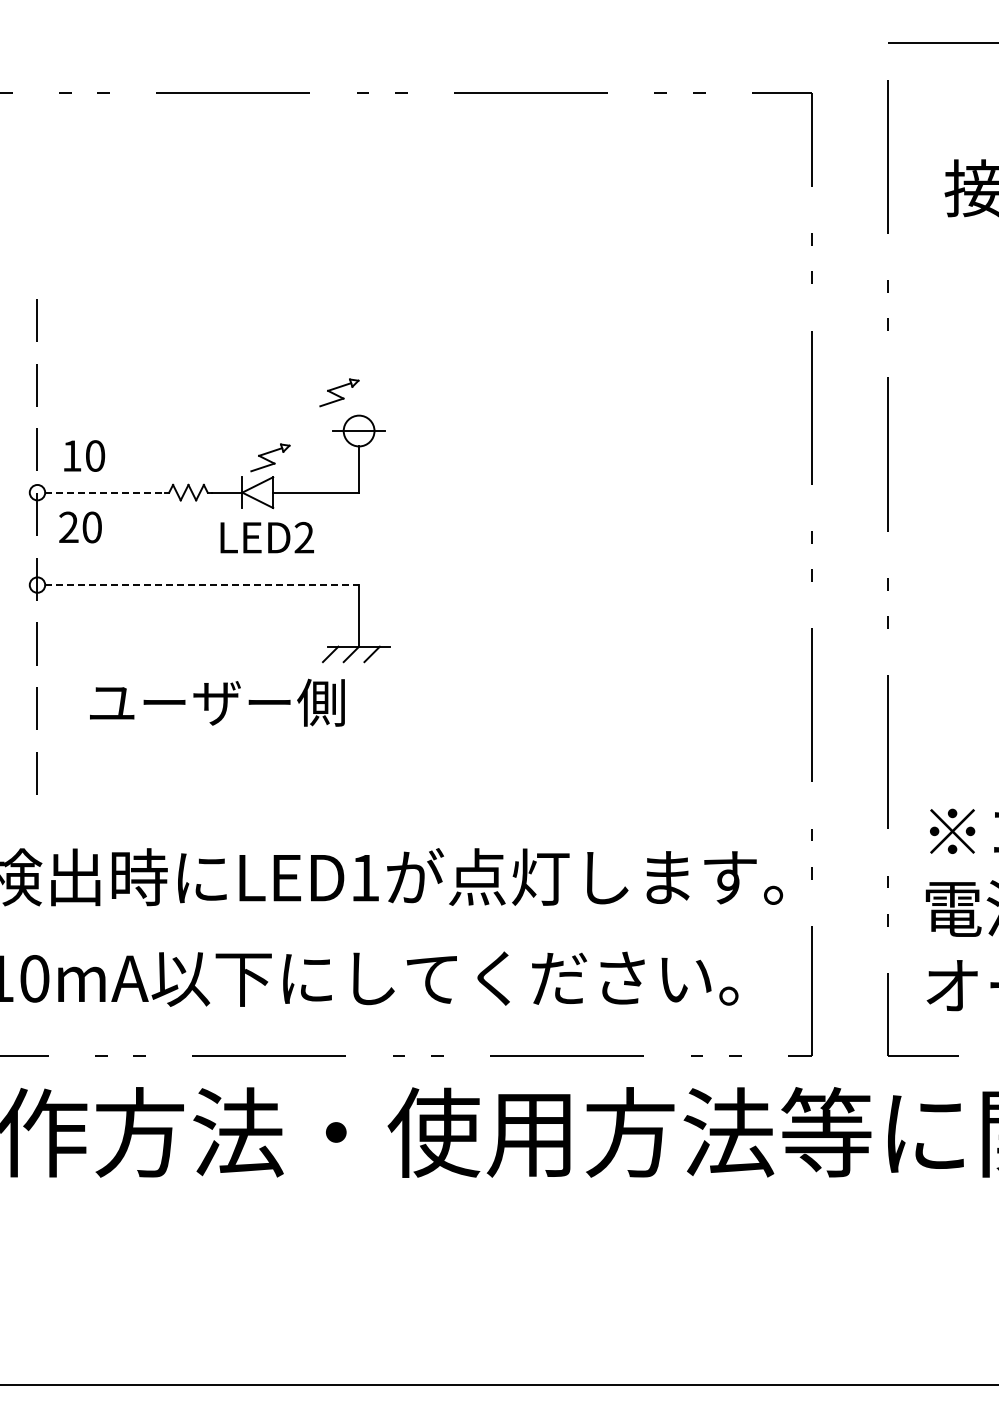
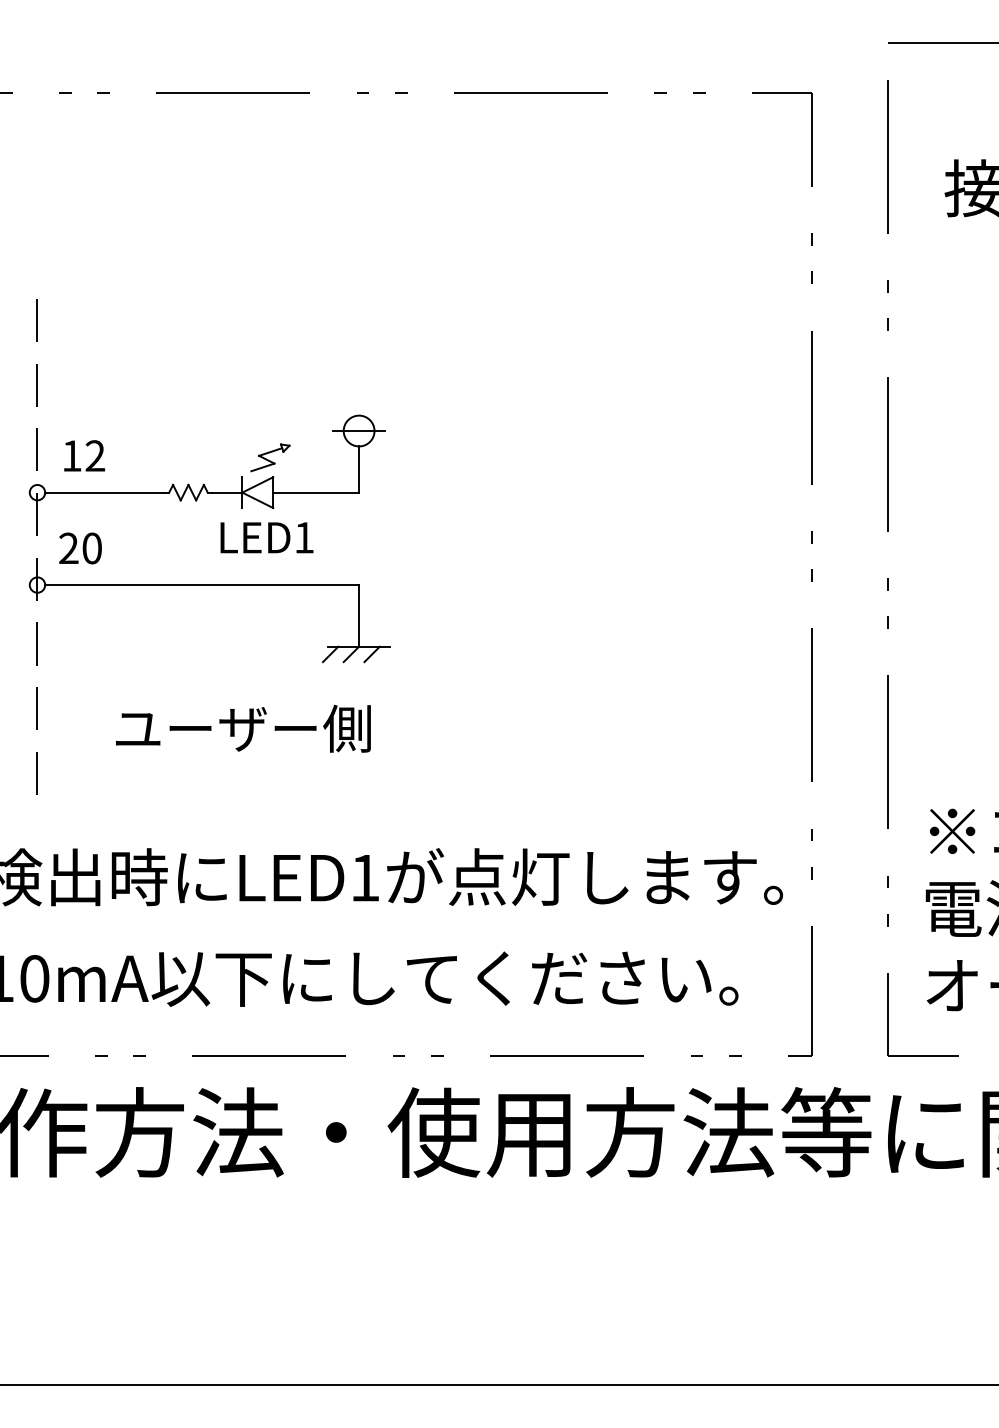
part at (339, 392): present -> none
text at (95, 455): 10 -> 12
line at (105, 492): dashed -> solid
text at (80, 527) position: (80, 527) -> (80, 548)
text at (304, 537): LED2 -> LED1
line at (202, 585): dashed -> solid
text at (217, 702) position: (217, 702) -> (243, 728)
